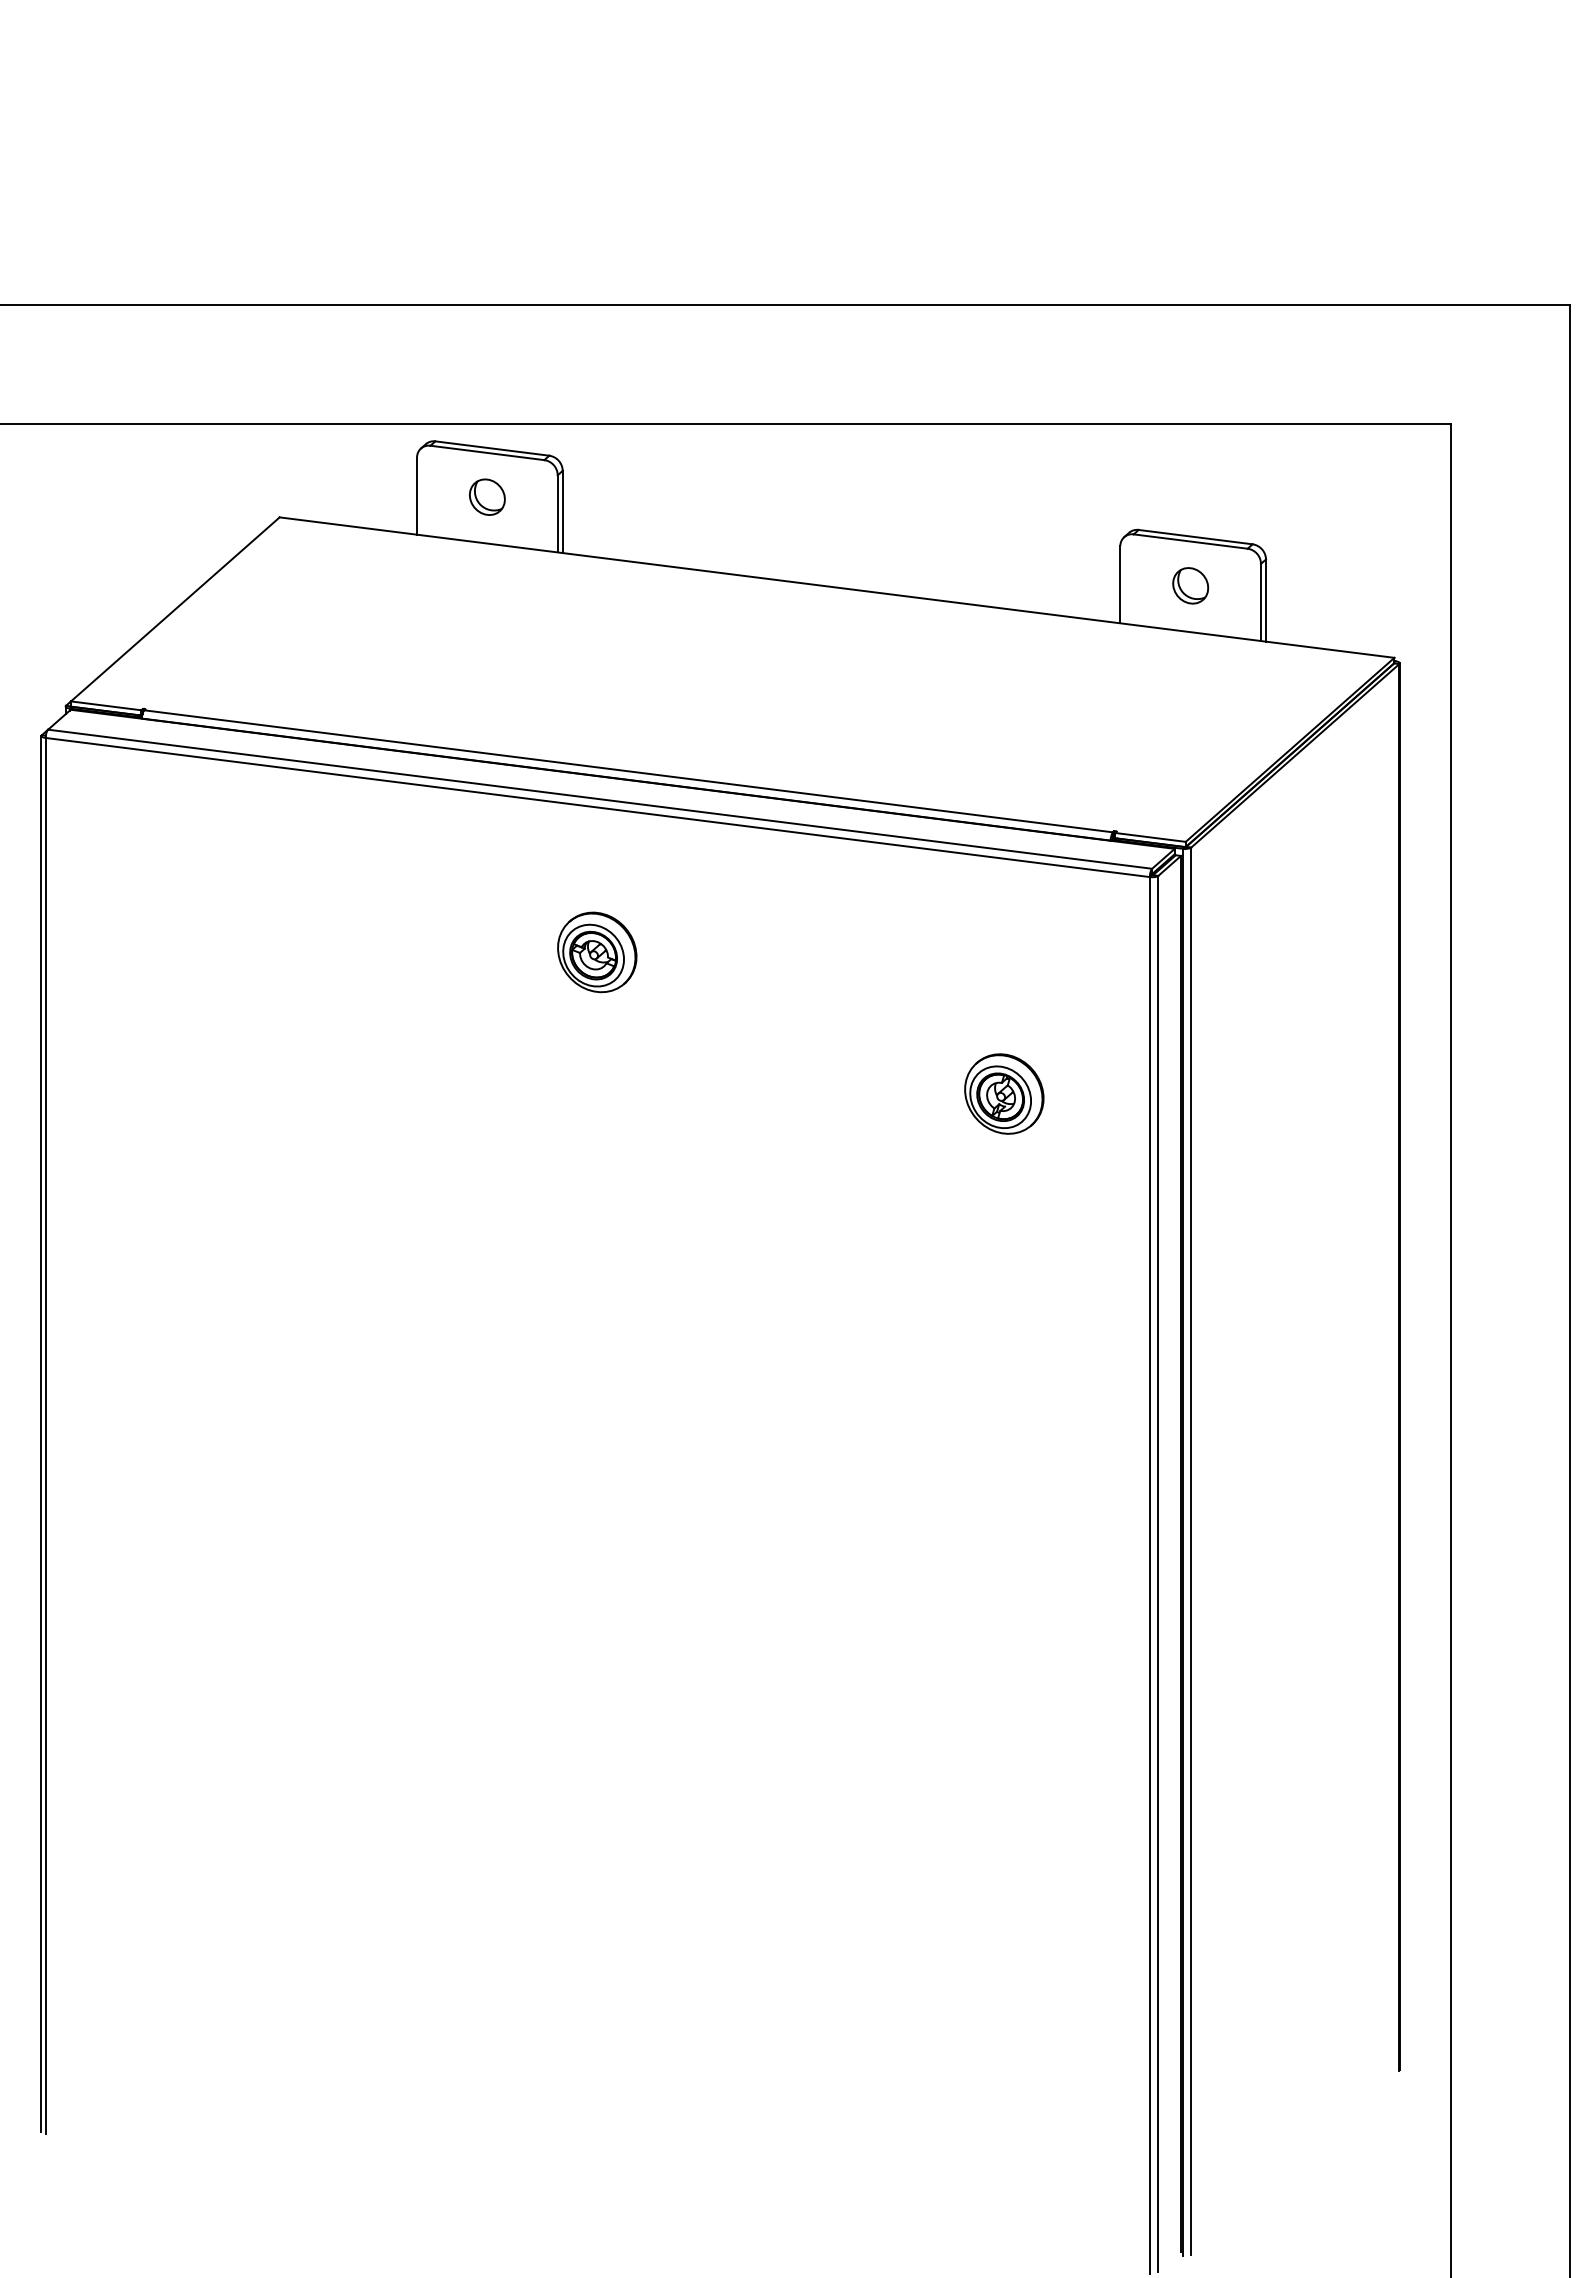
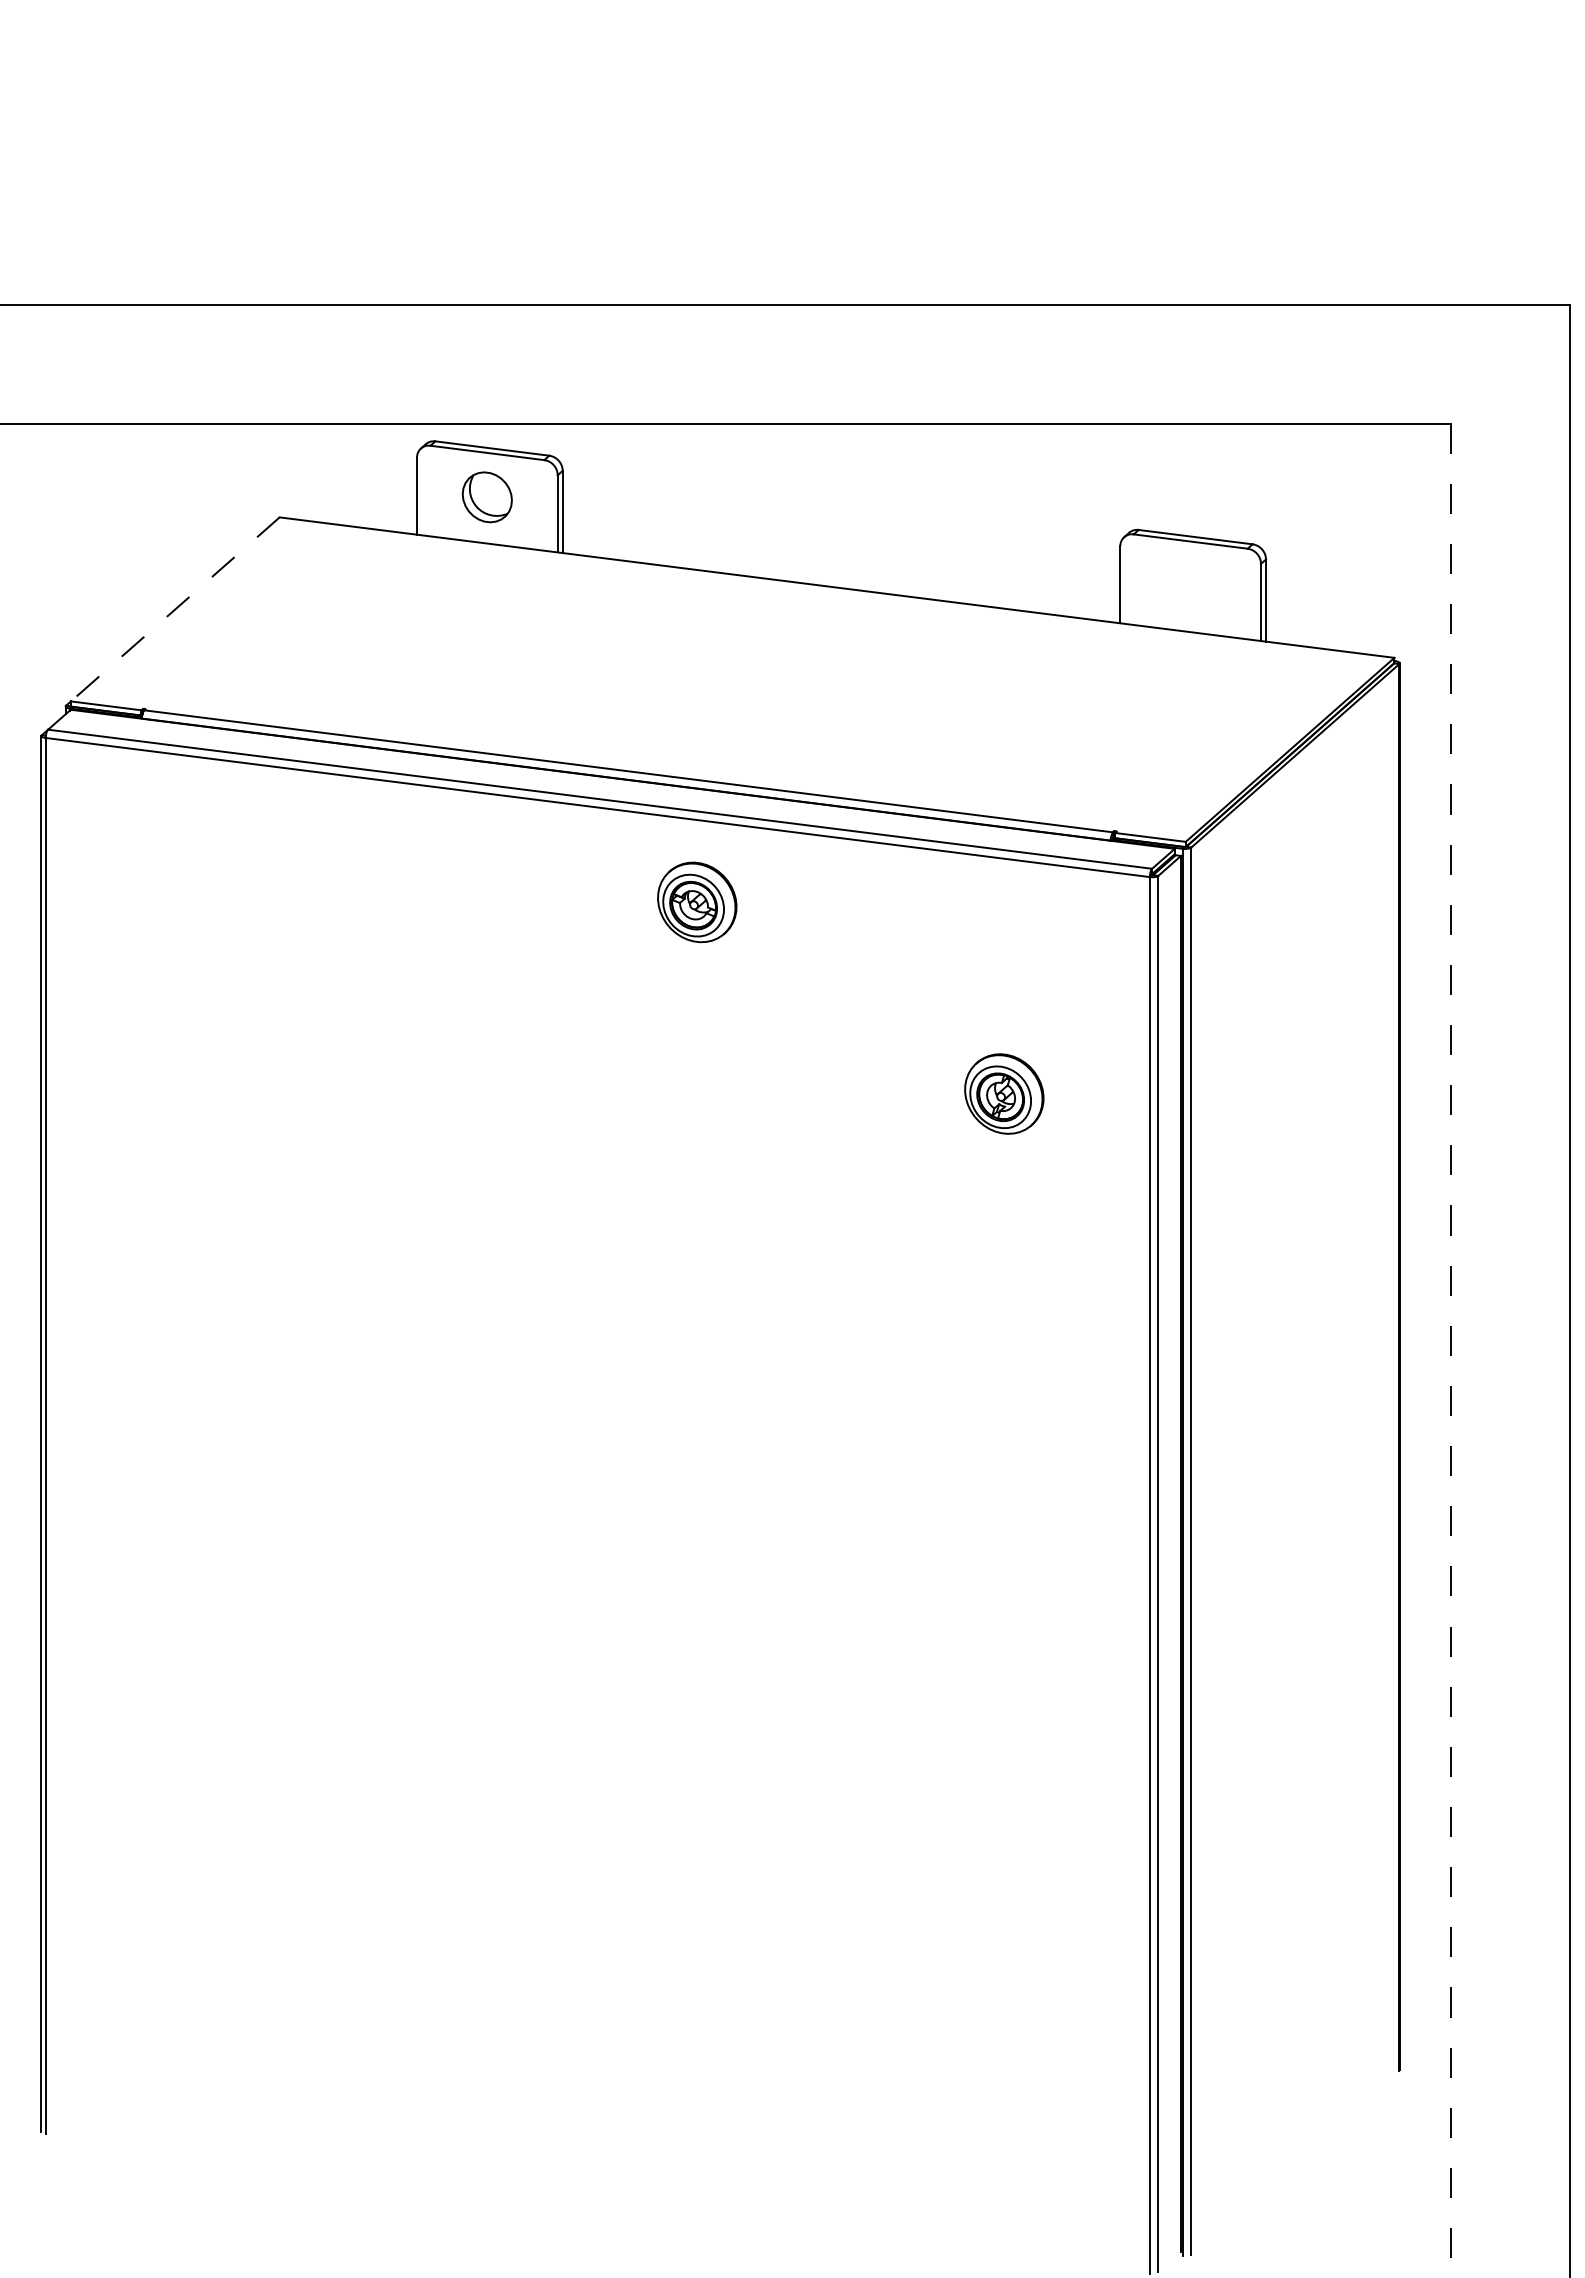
part at (487, 496) size: 37x38 px -> 52x53 px
part at (1190, 585): present -> none
line at (174, 609): solid -> dashed
part at (597, 952) position: (597, 952) -> (697, 902)
line at (1451, 1350): solid -> dashed
